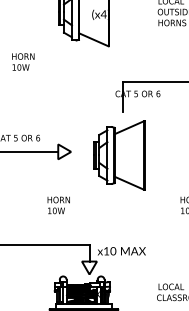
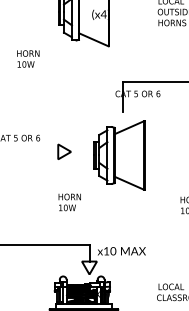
text at (23, 61) position: (23, 61) -> (28, 58)
line at (30, 151): present -> none
text at (58, 205) position: (58, 205) -> (69, 202)
